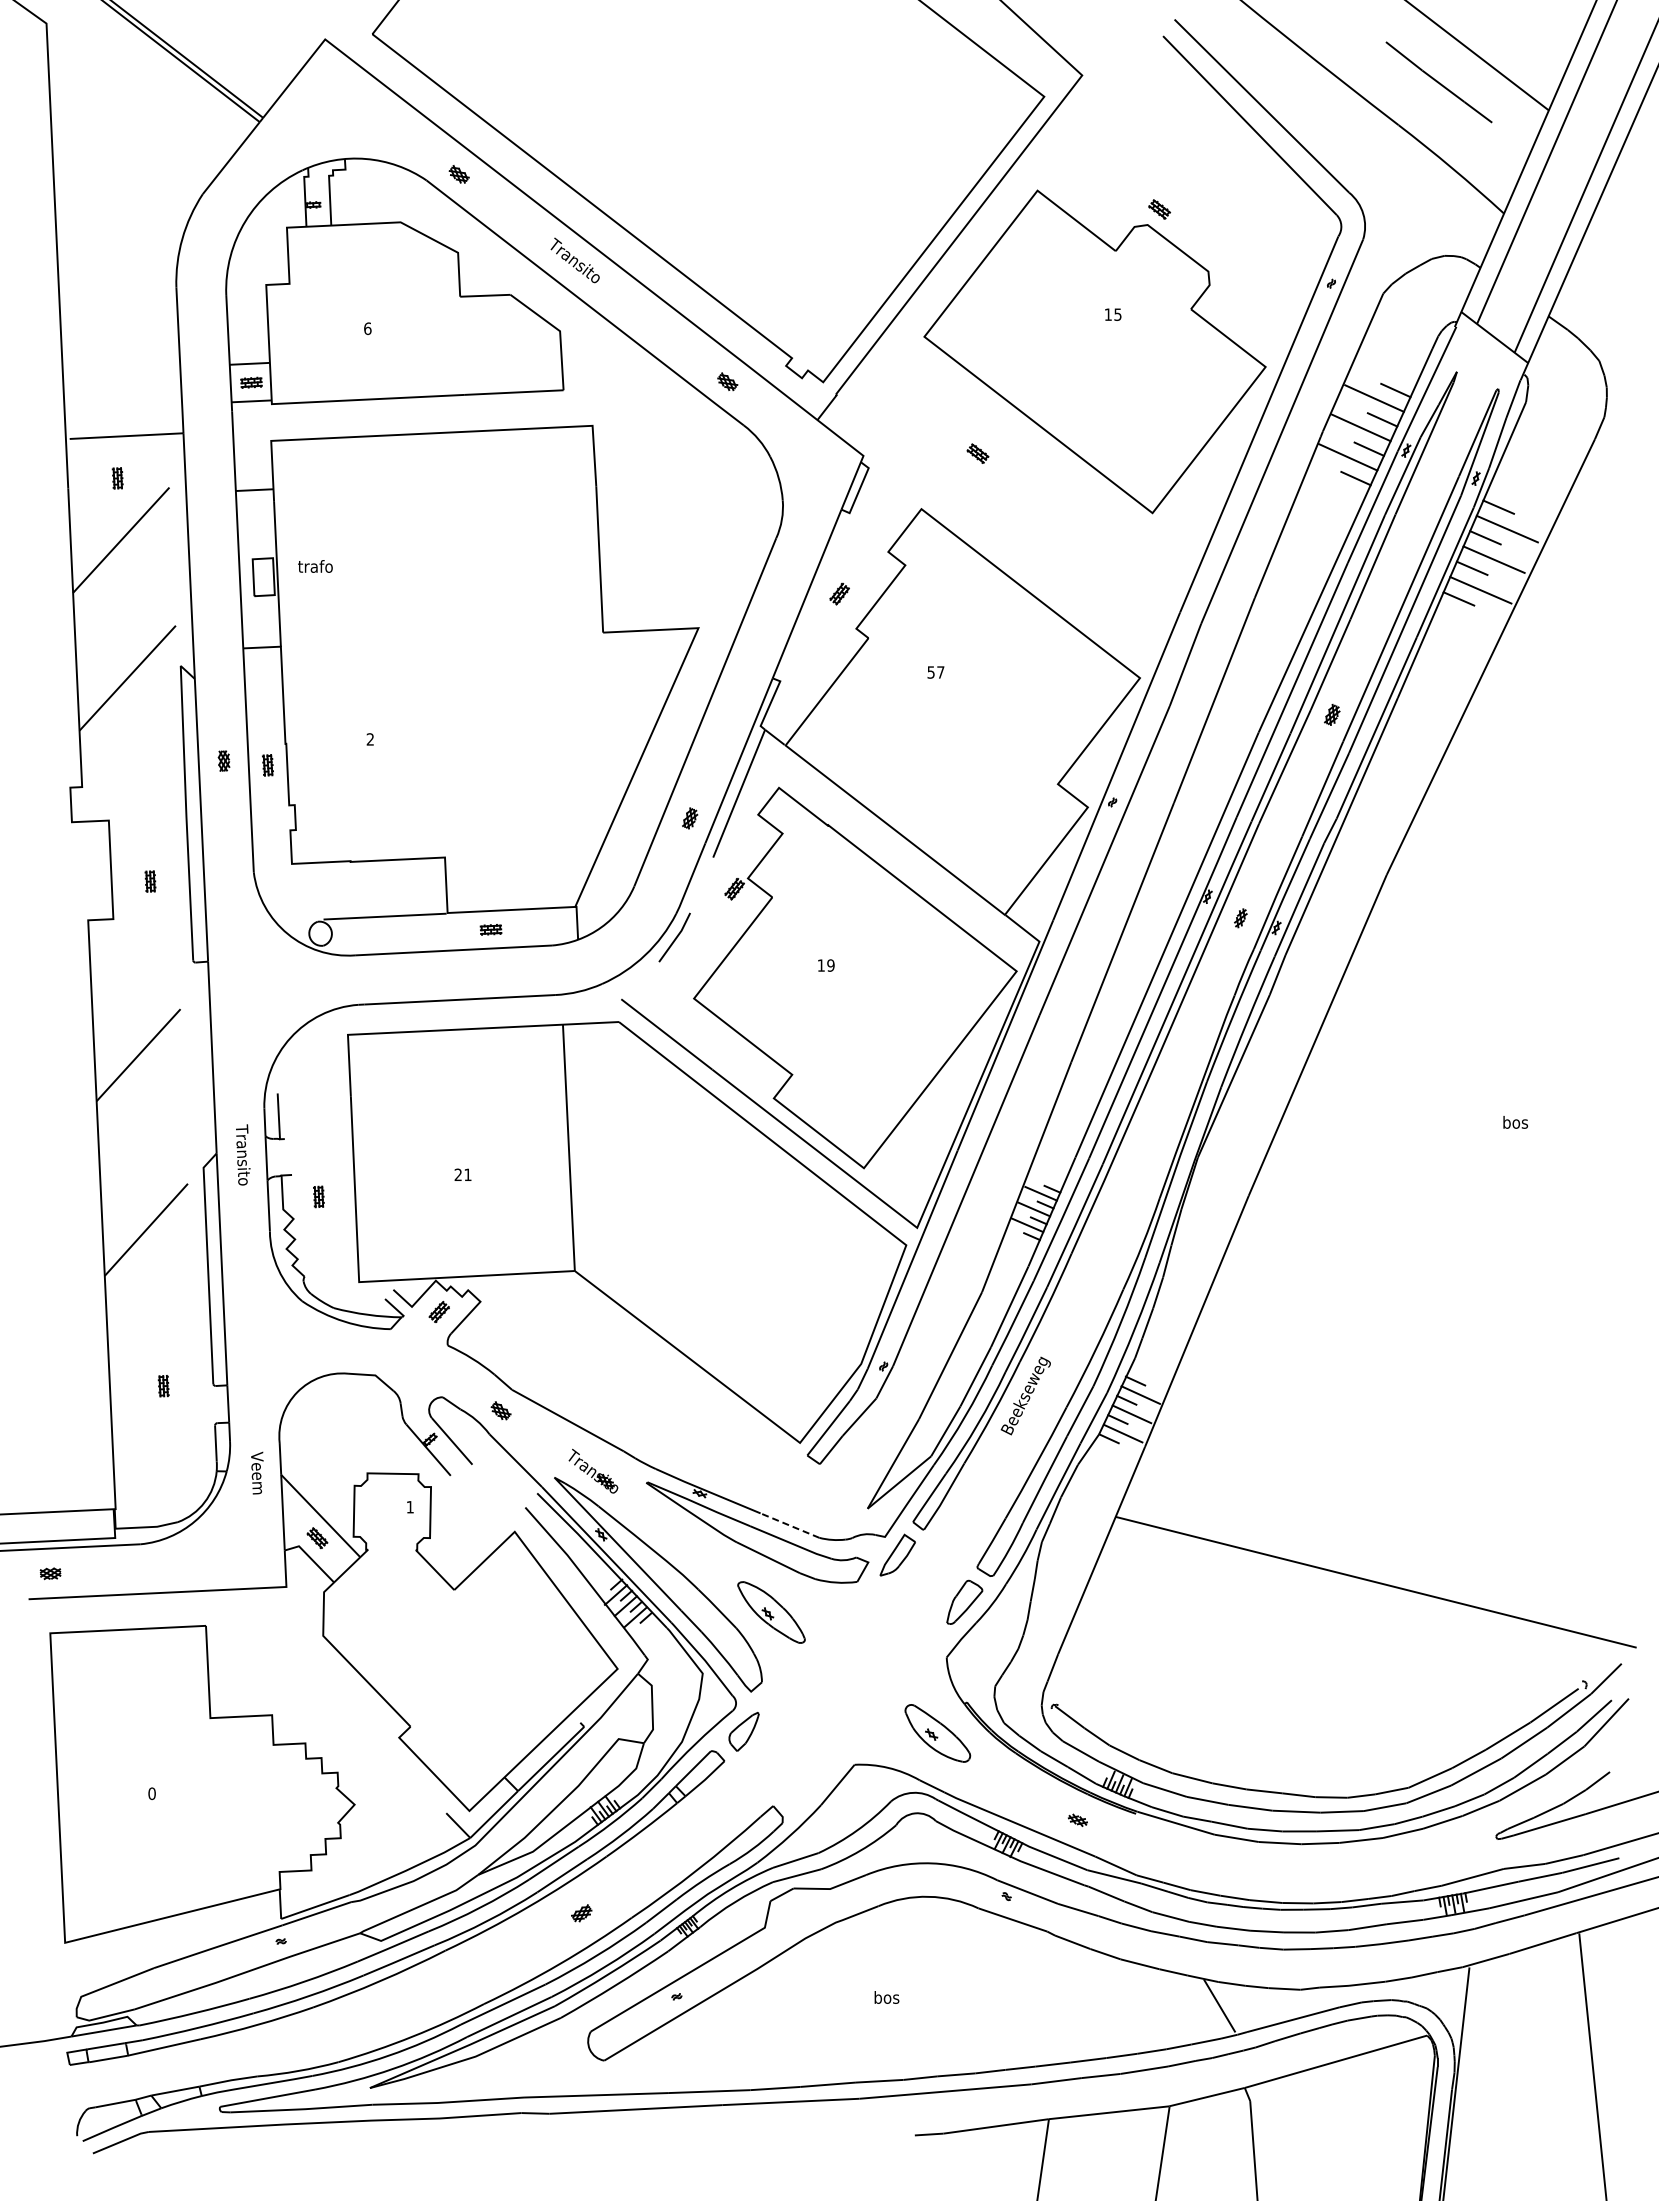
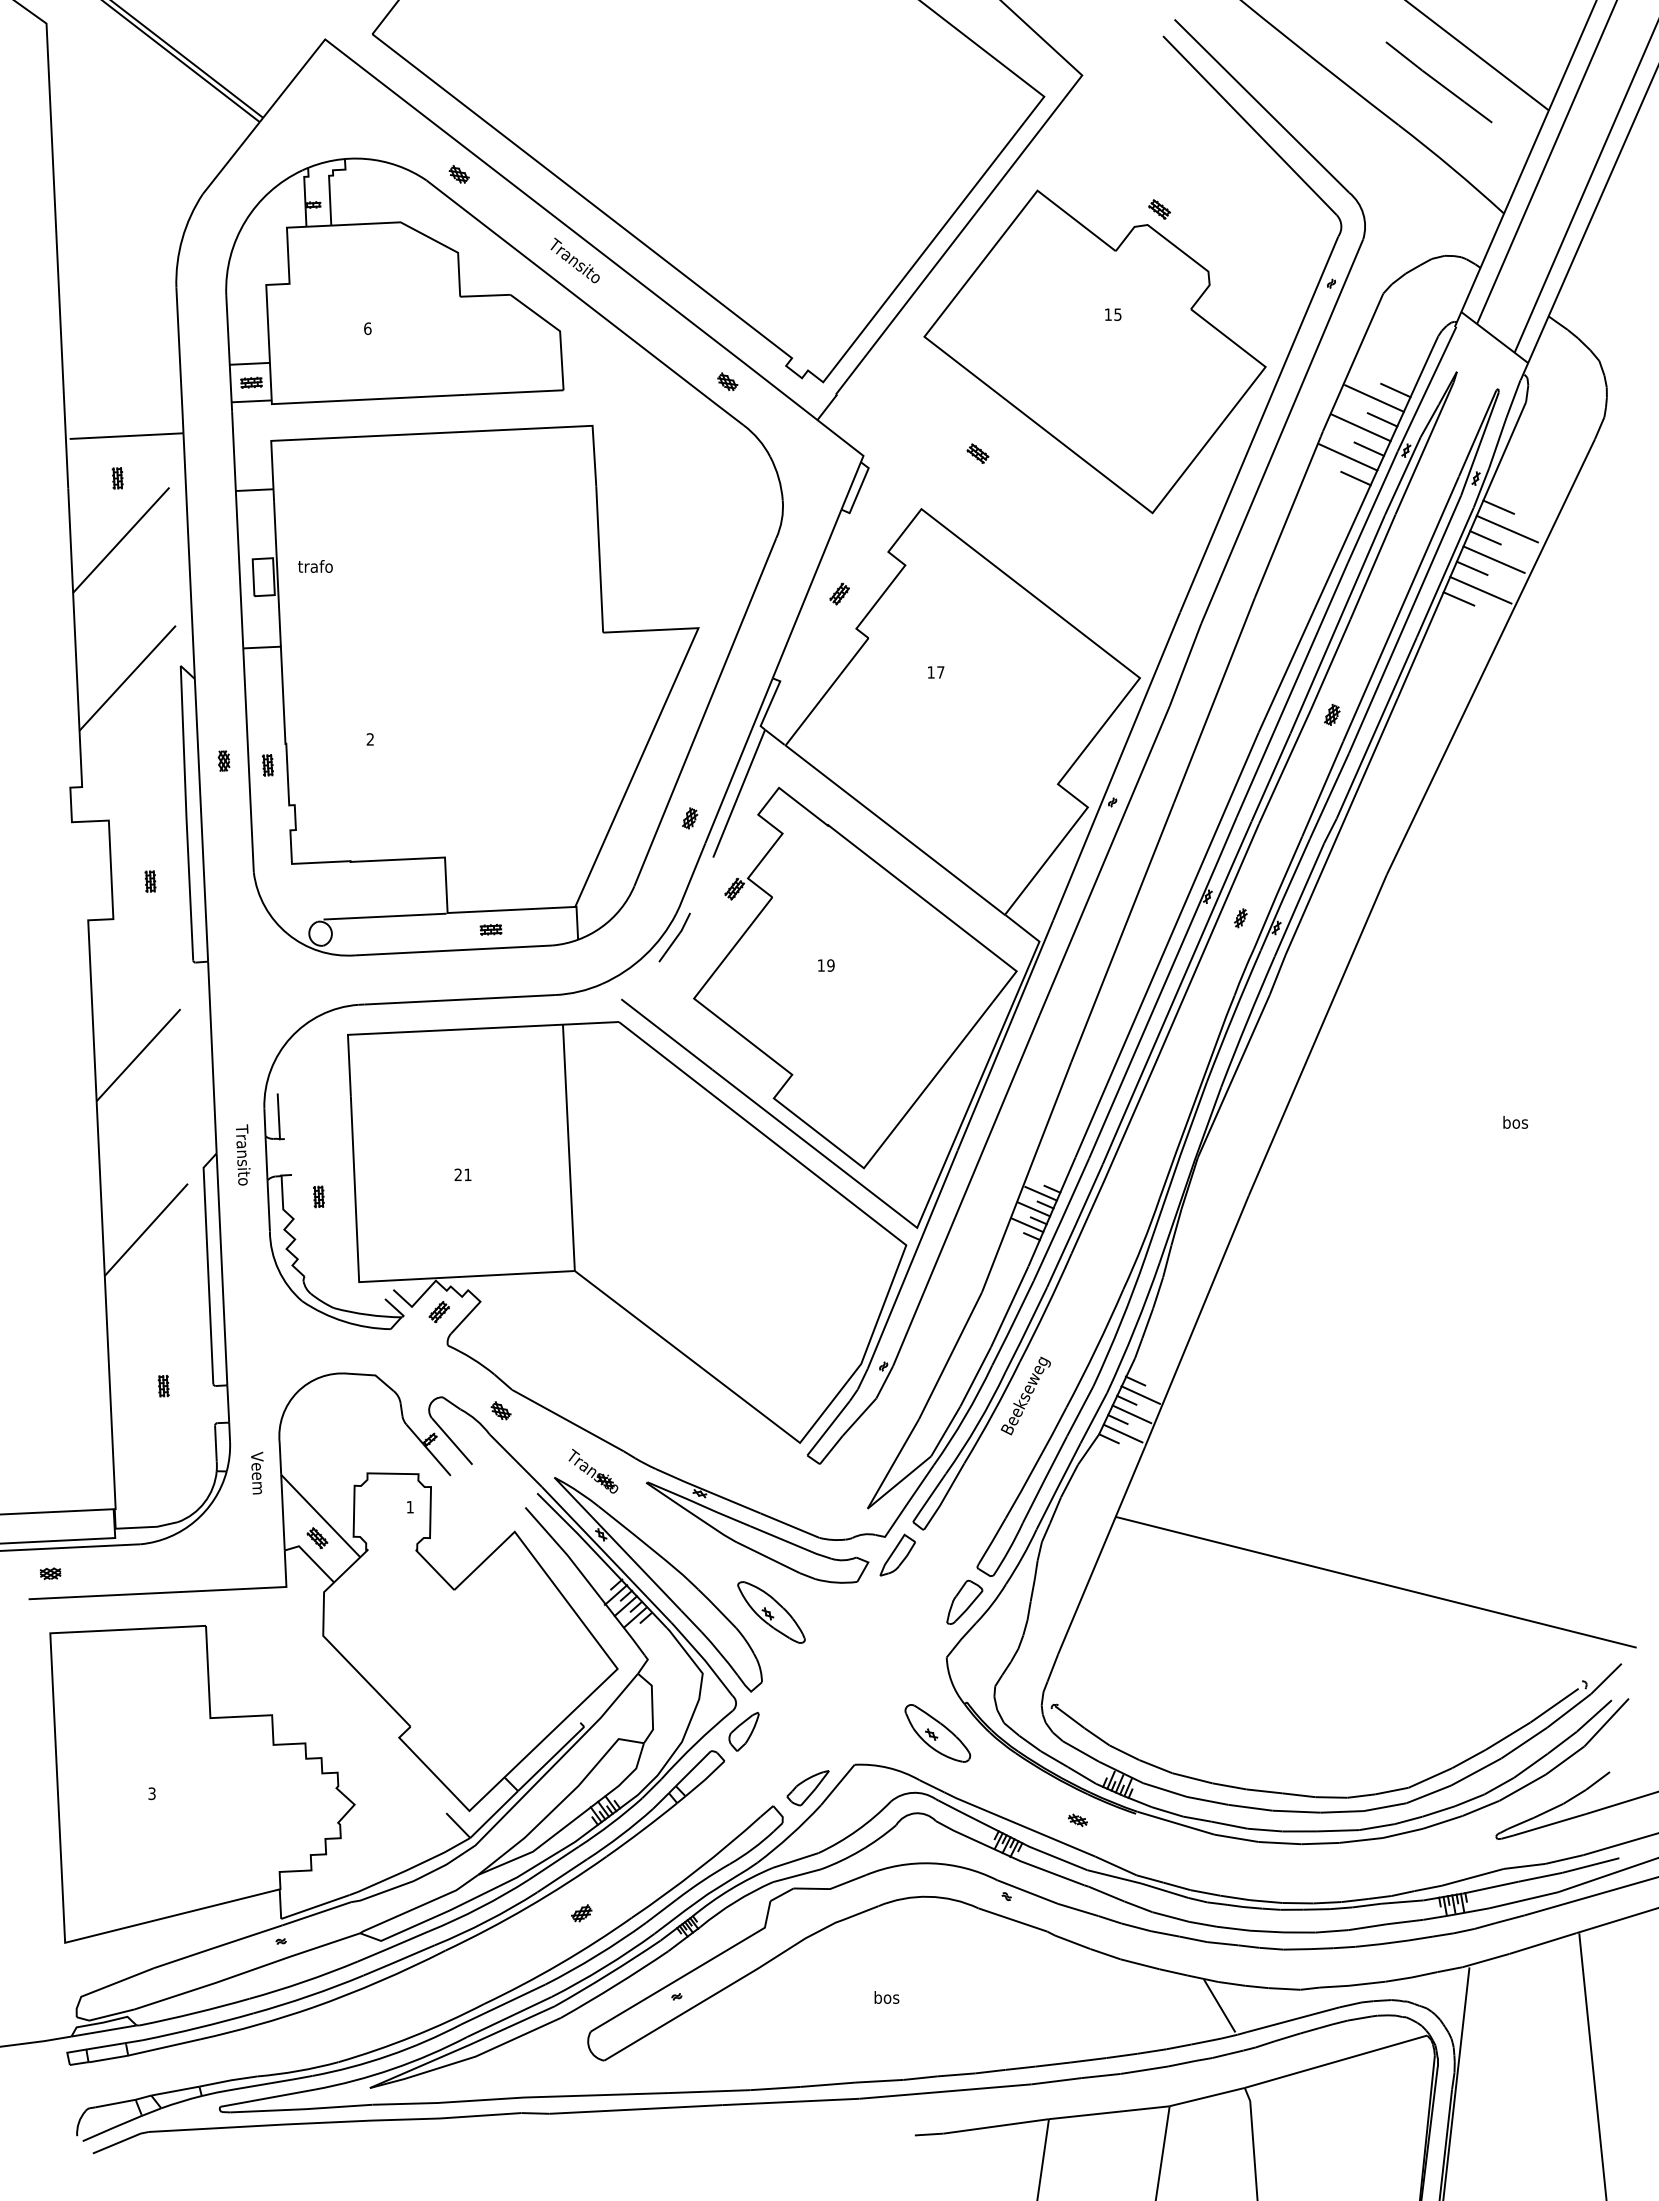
text at (930, 672): 57 -> 17
line at (790, 1525): dashed -> solid
part at (807, 1788): none -> present
text at (151, 1793): 0 -> 3
